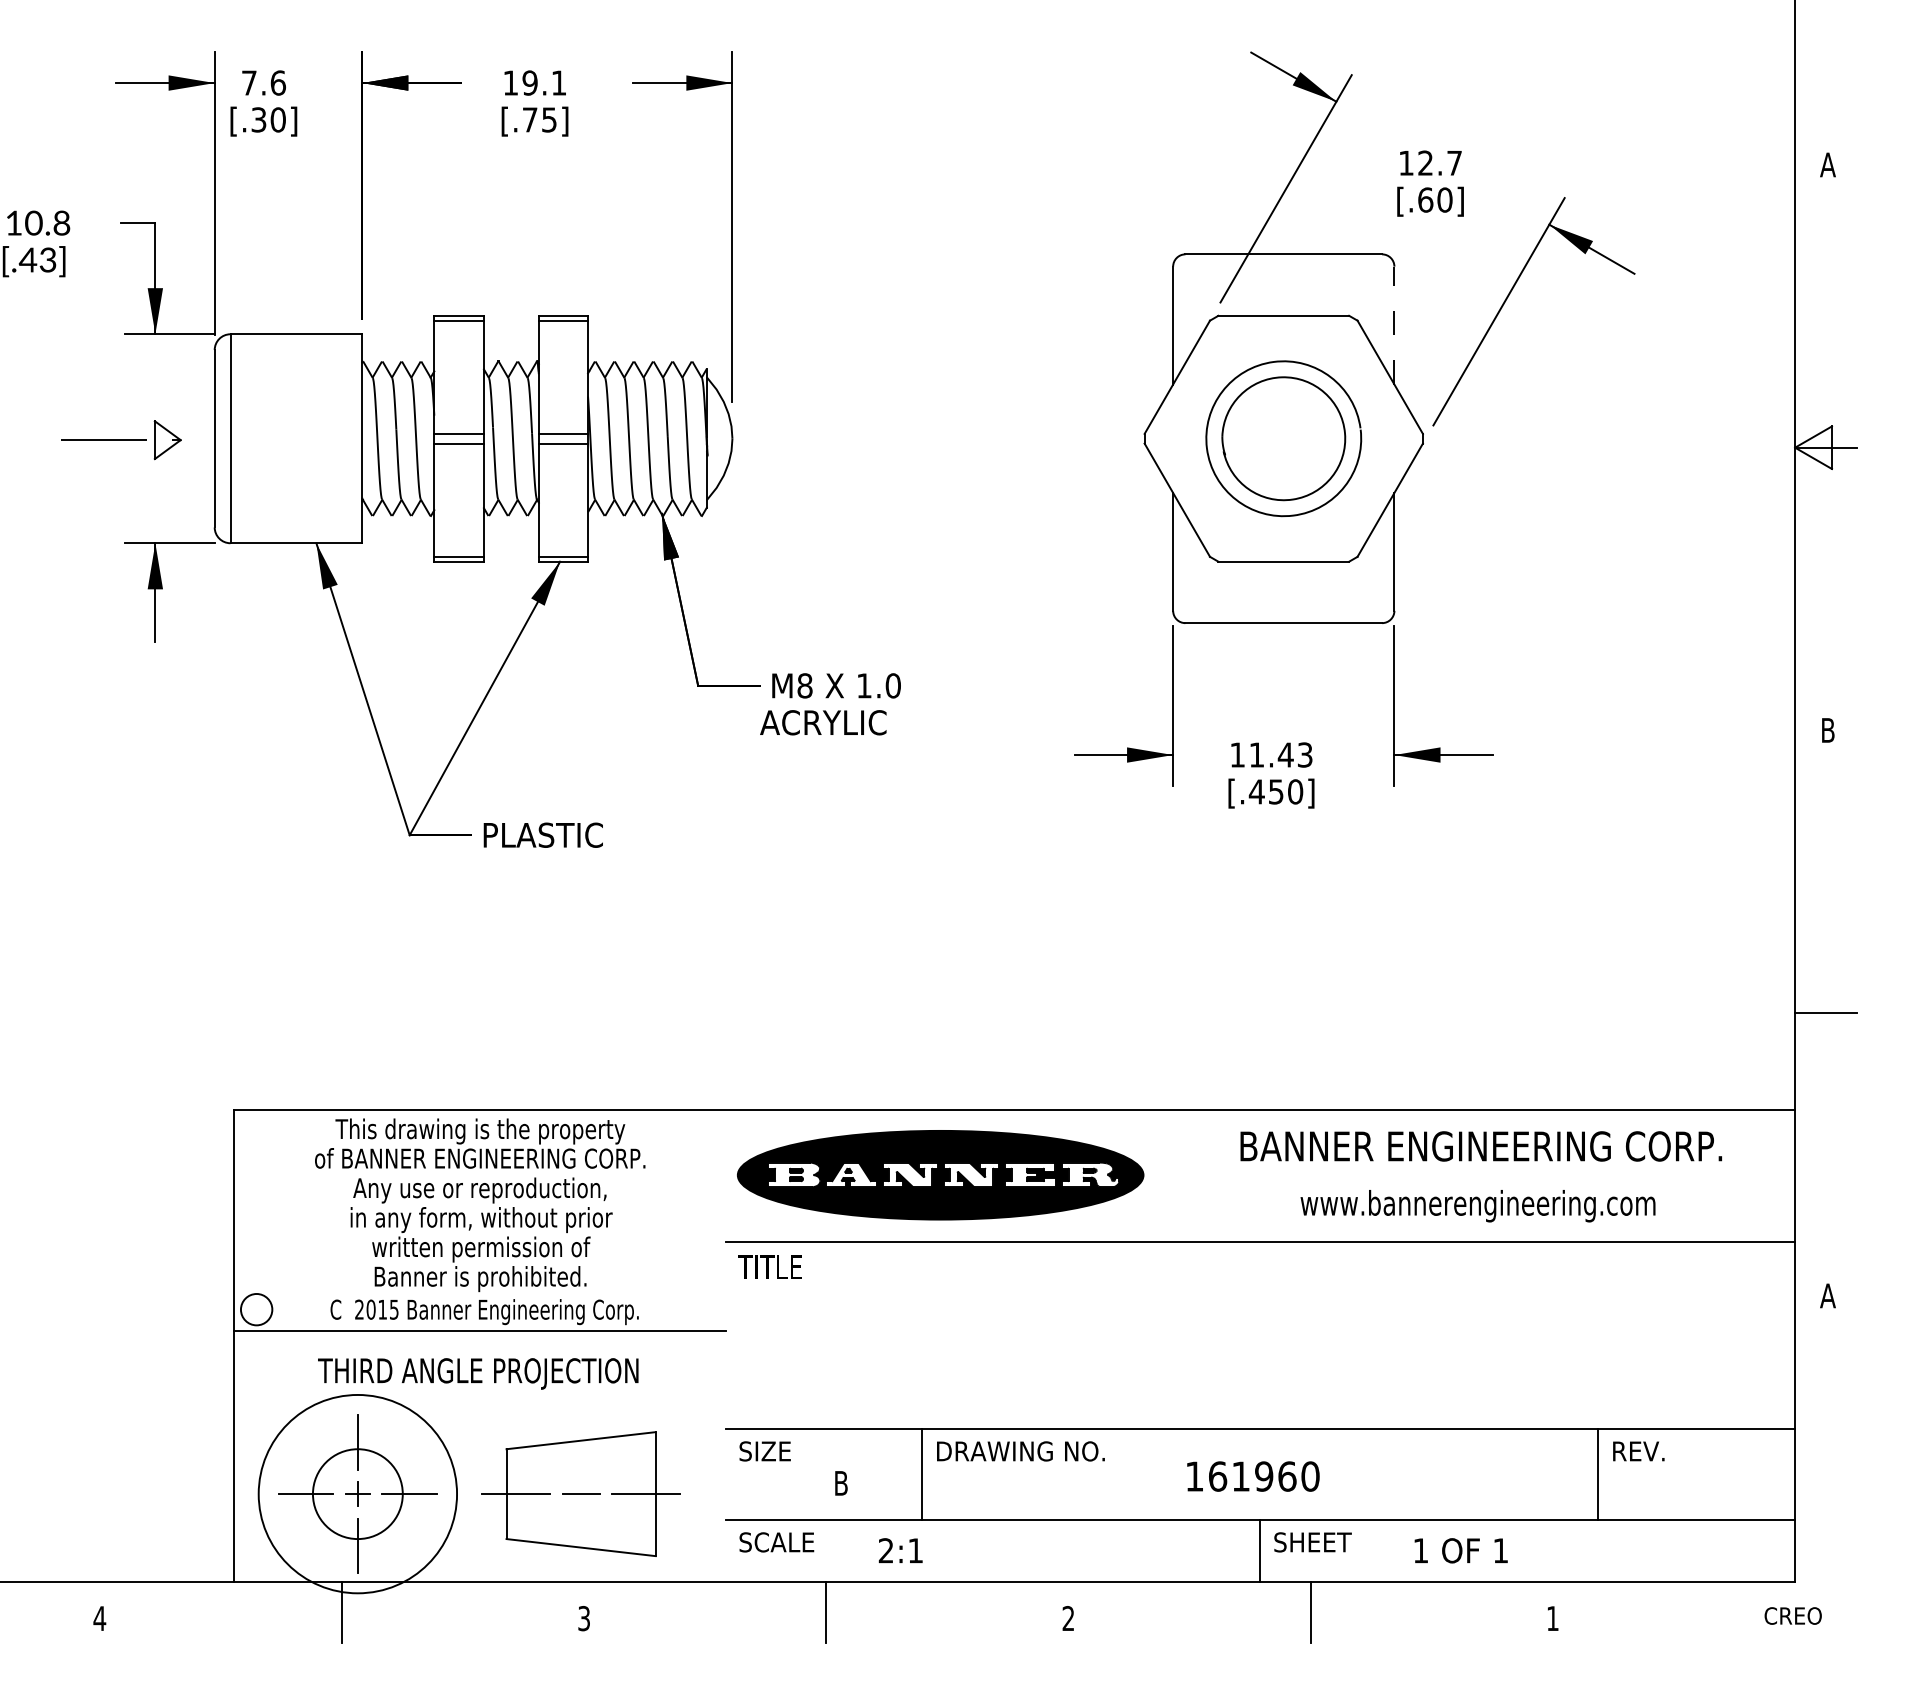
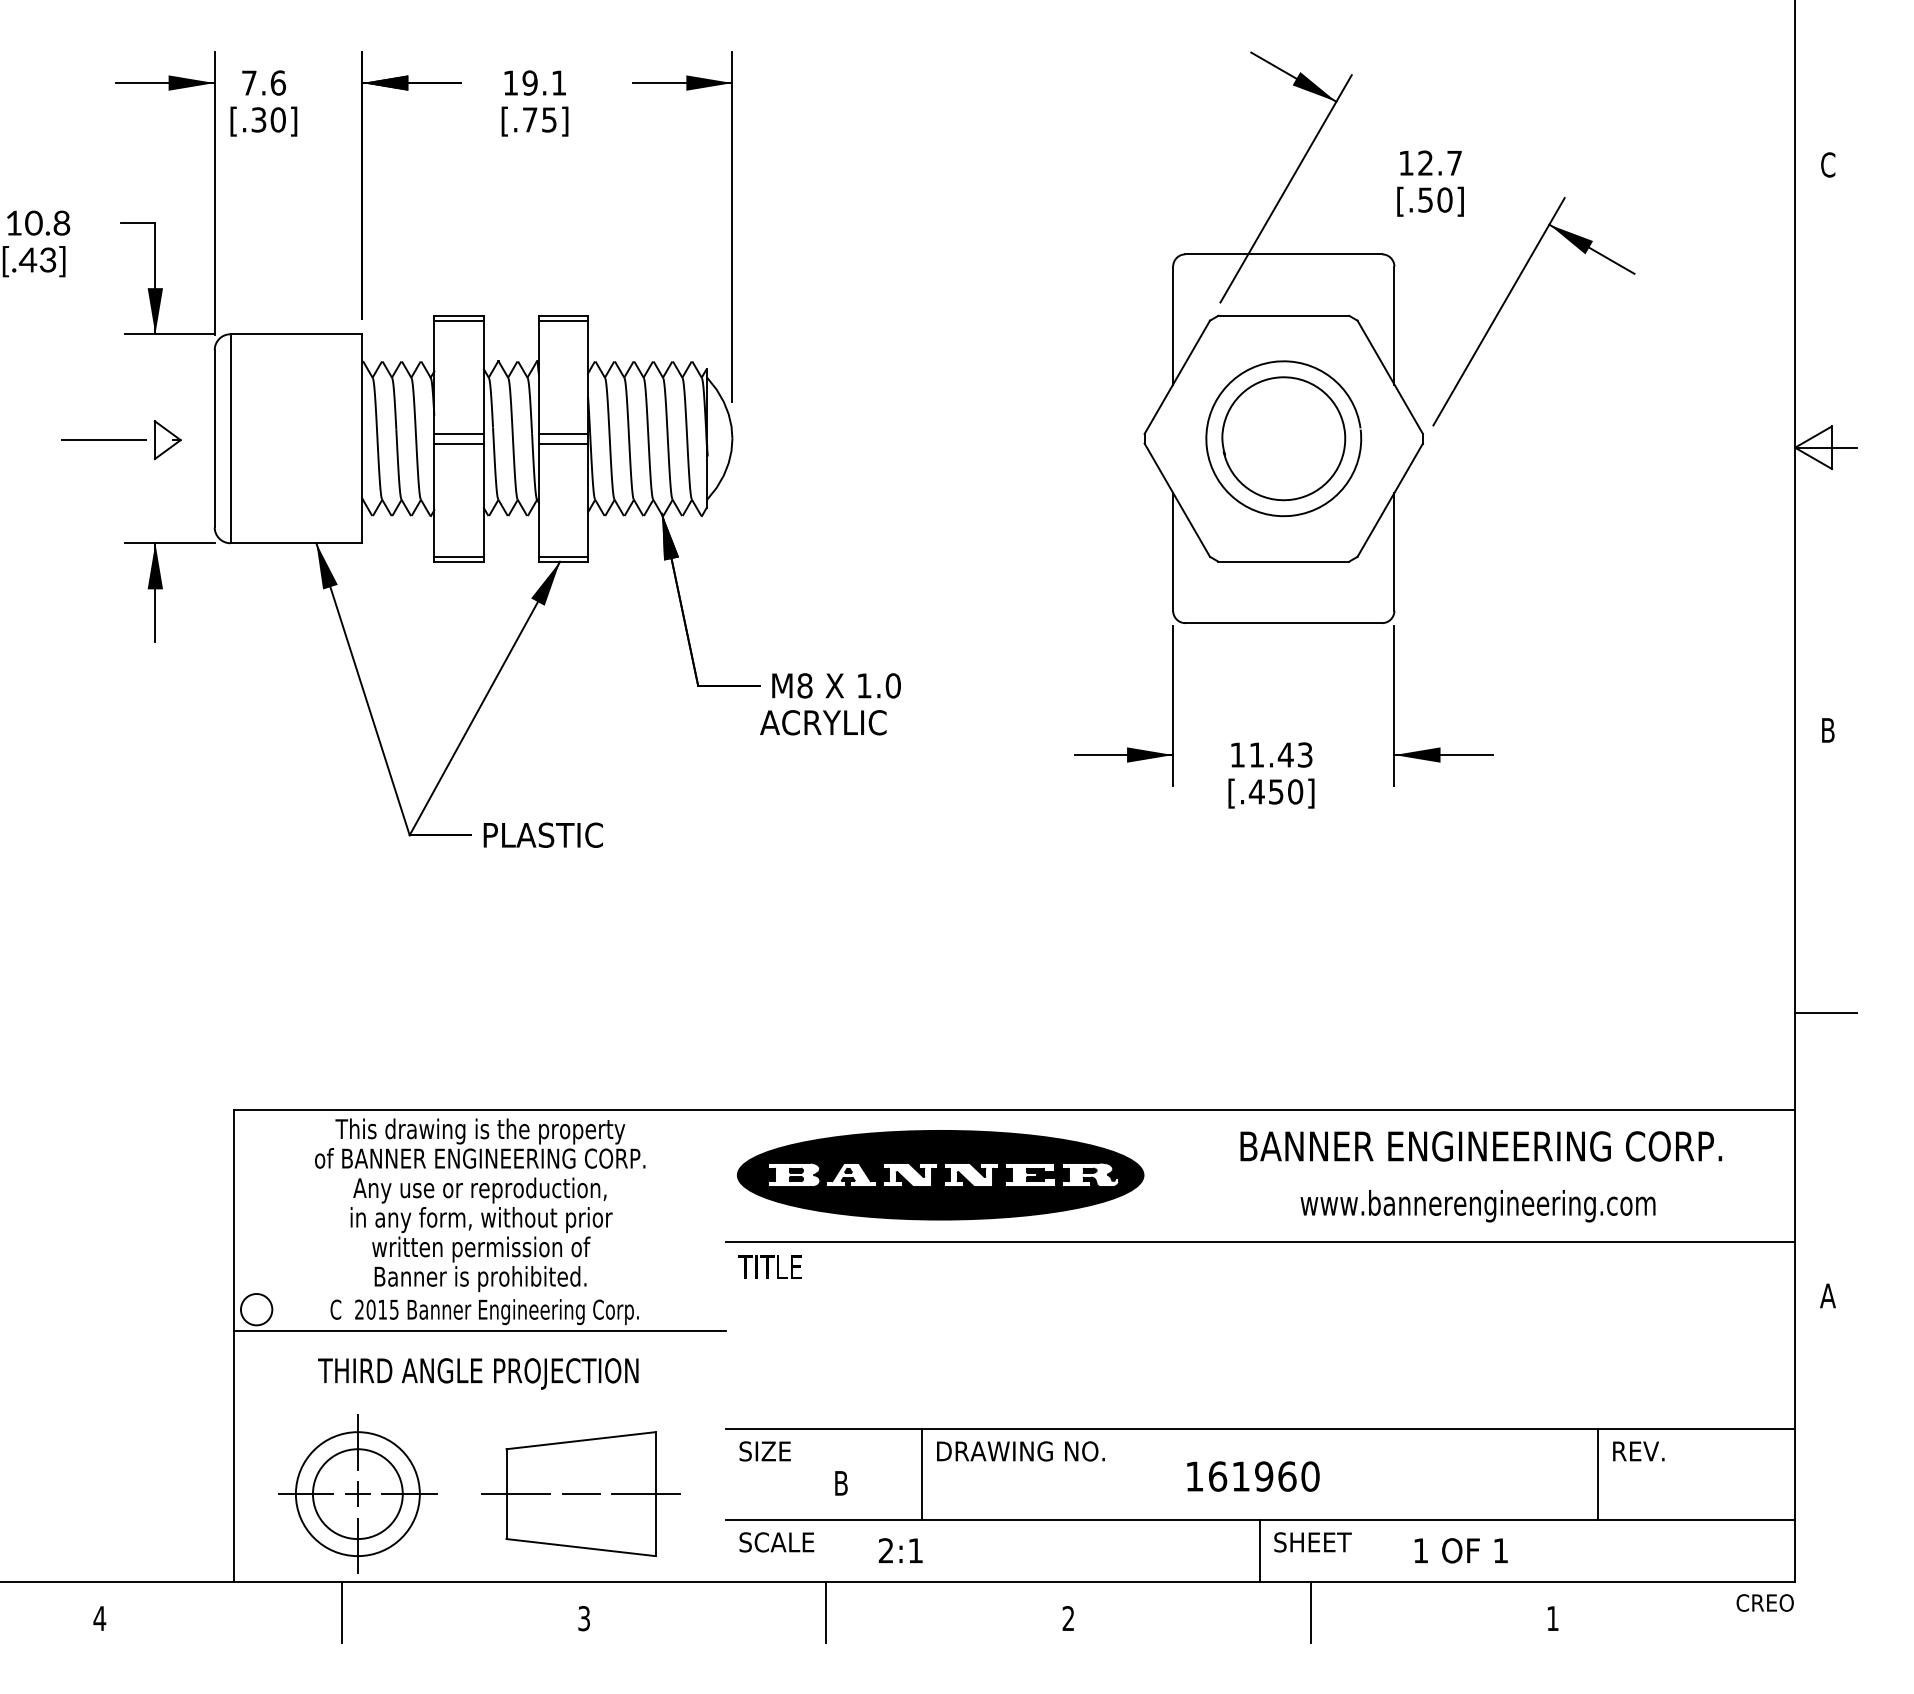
text at (1827, 164): A -> C
text at (1425, 199): [.60] -> [.50]
line at (1394, 325): dashed -> solid
circle at (357, 1493) diameter: 198 px -> 124 px
text at (1792, 1615) position: (1792, 1615) -> (1764, 1602)
